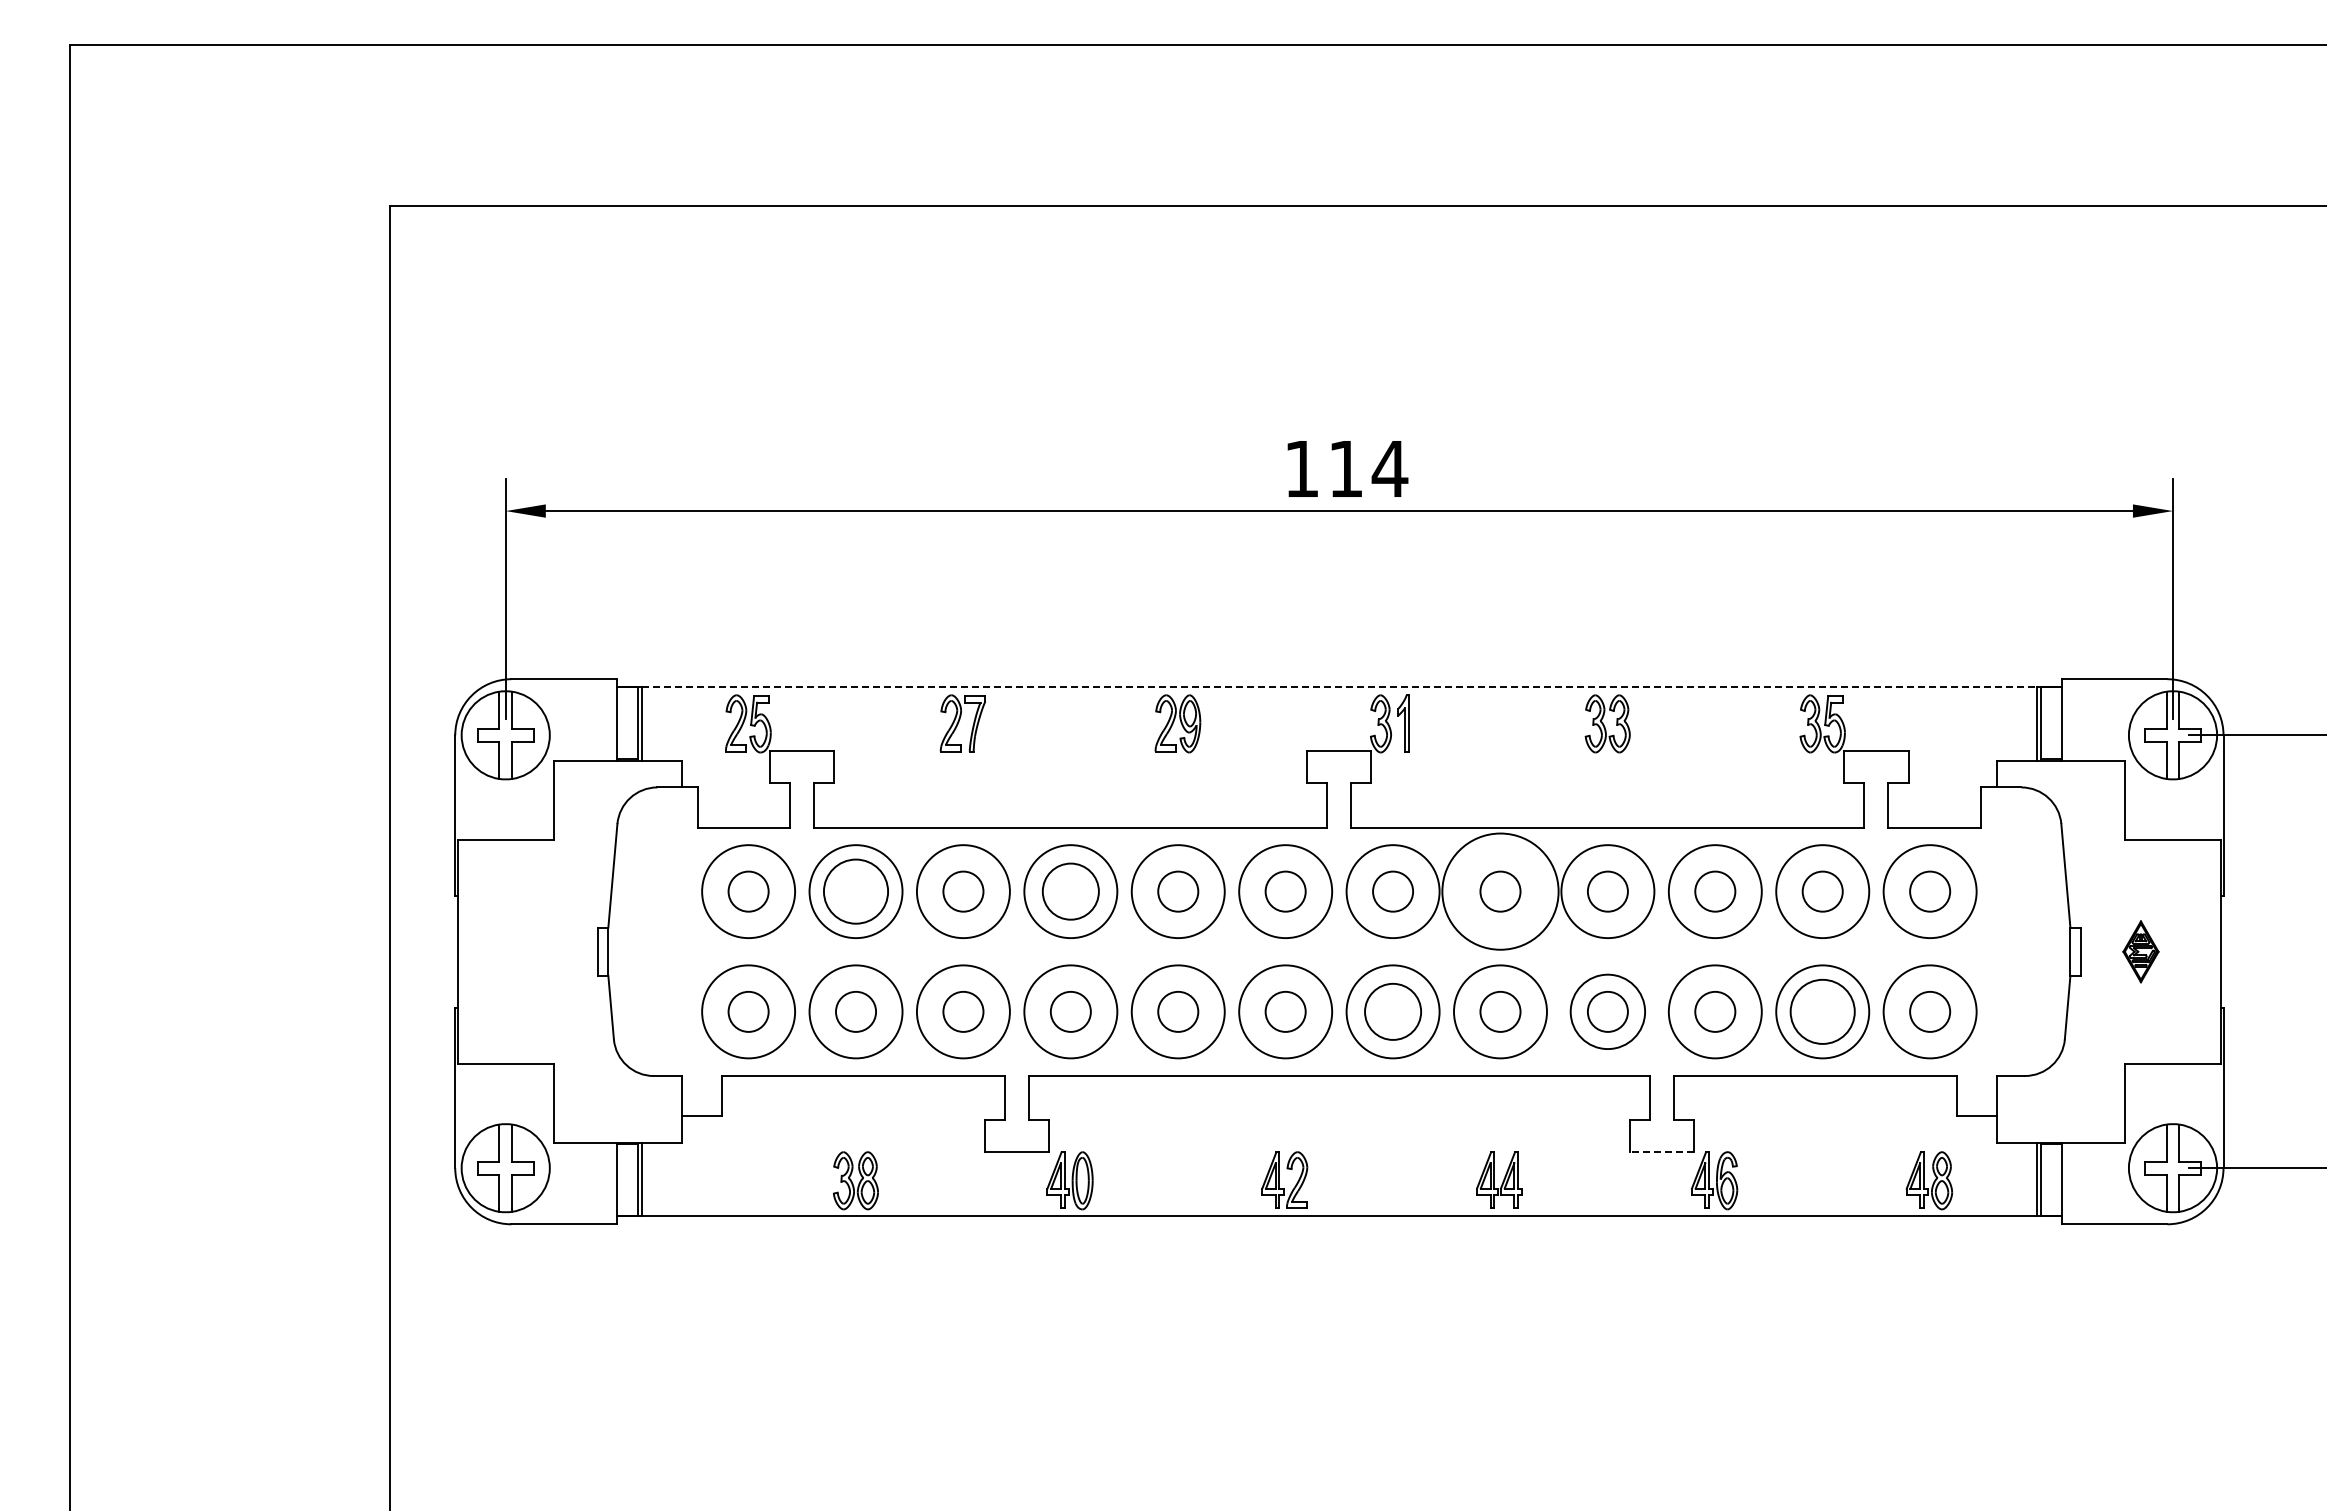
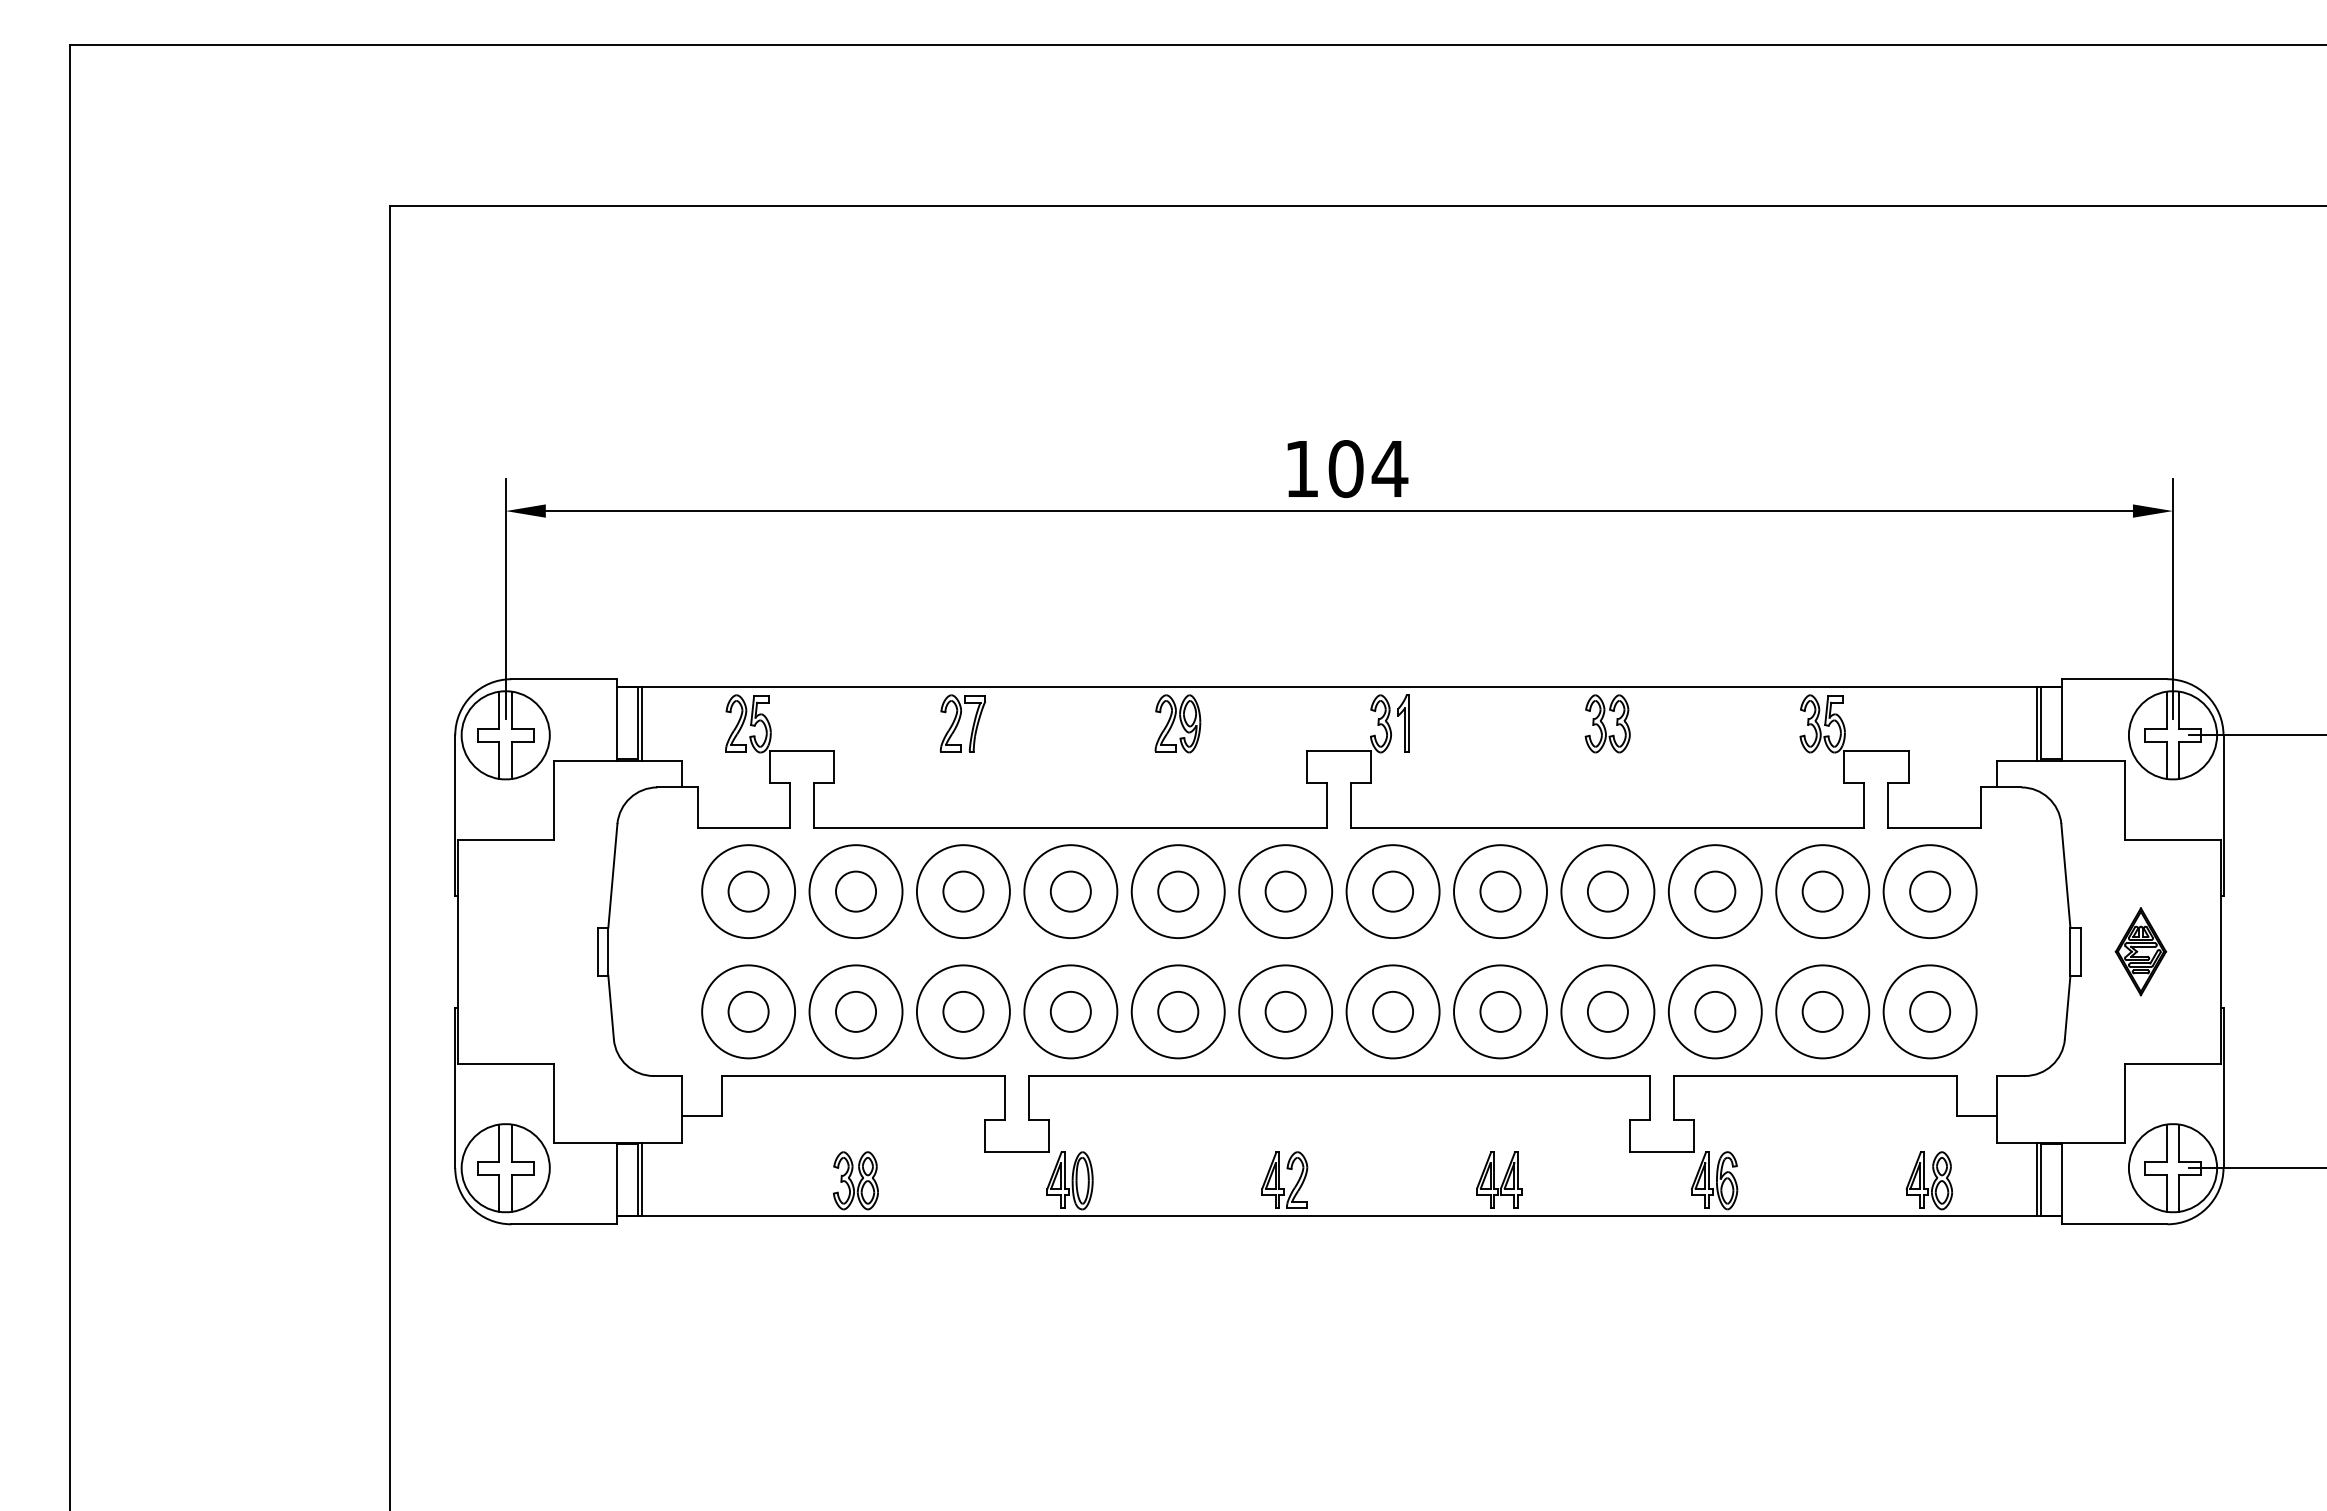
text at (1345, 469): 114 -> 104
line at (1339, 687): dashed -> solid
circle at (855, 891) diameter: 64 px -> 40 px
circle at (1070, 891) diameter: 56 px -> 40 px
circle at (1500, 891) diameter: 116 px -> 93 px
part at (2140, 951) size: 38x64 px -> 54x90 px
circle at (1393, 1011) diameter: 56 px -> 40 px
circle at (1607, 1011) diameter: 74 px -> 93 px
circle at (1822, 1011) diameter: 64 px -> 40 px
line at (1661, 1152): dashed -> solid
